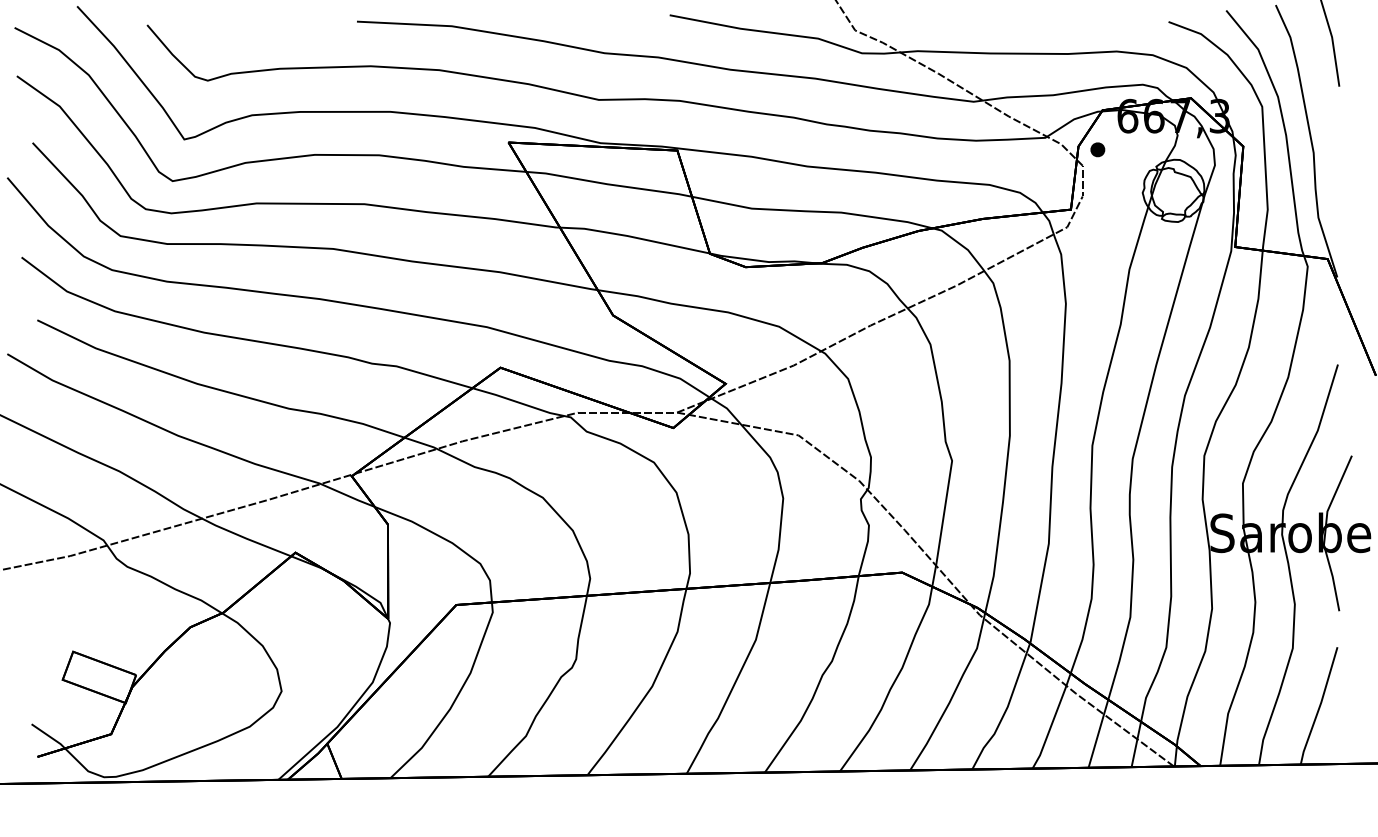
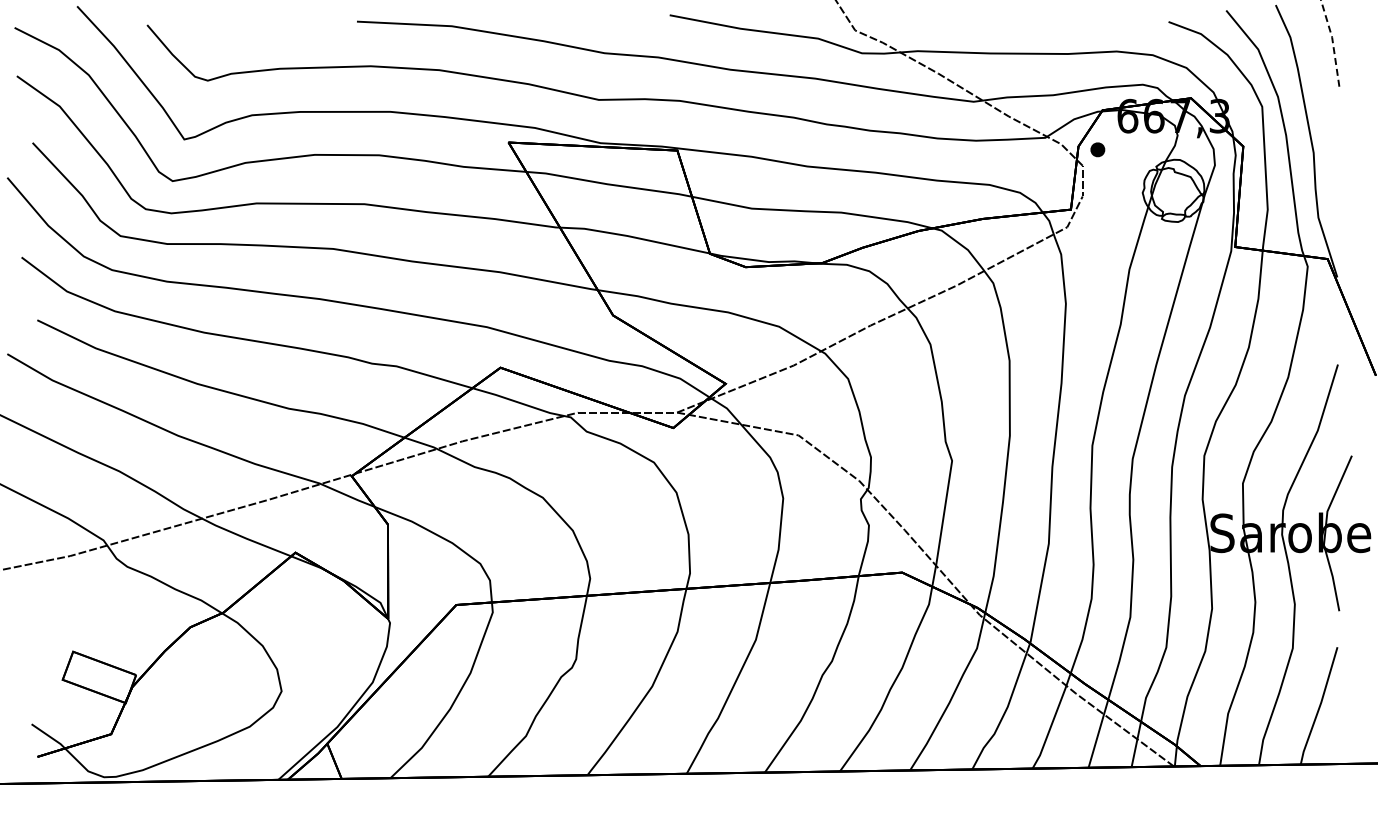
line at (1332, 42): solid -> dashed
